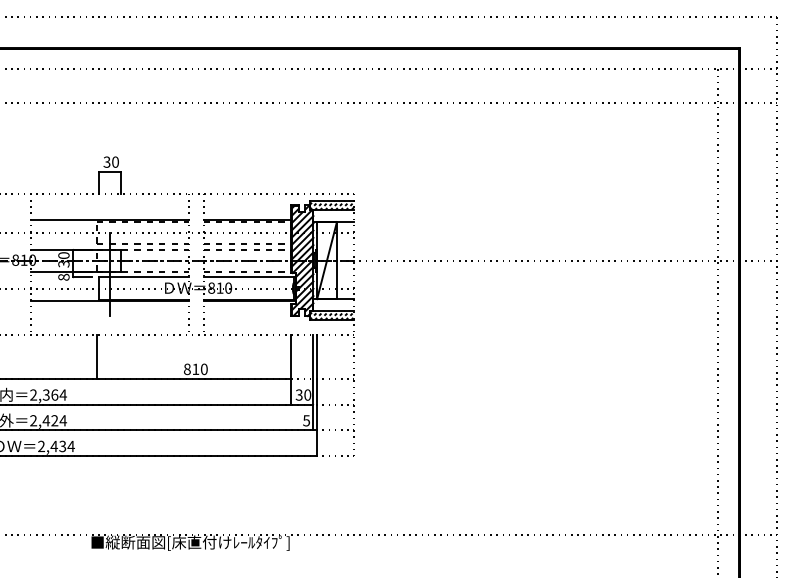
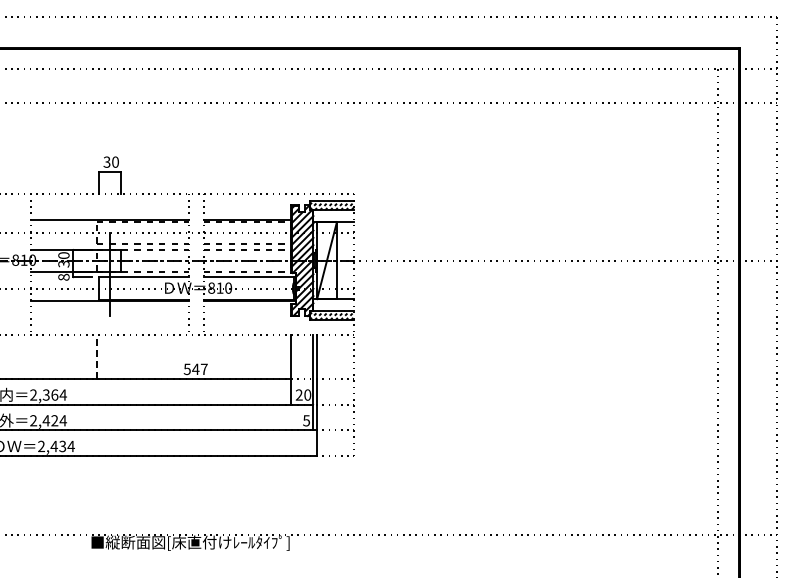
line at (96, 356): solid -> dashed
text at (195, 369): 810 -> 547
text at (298, 395): 30 -> 20
